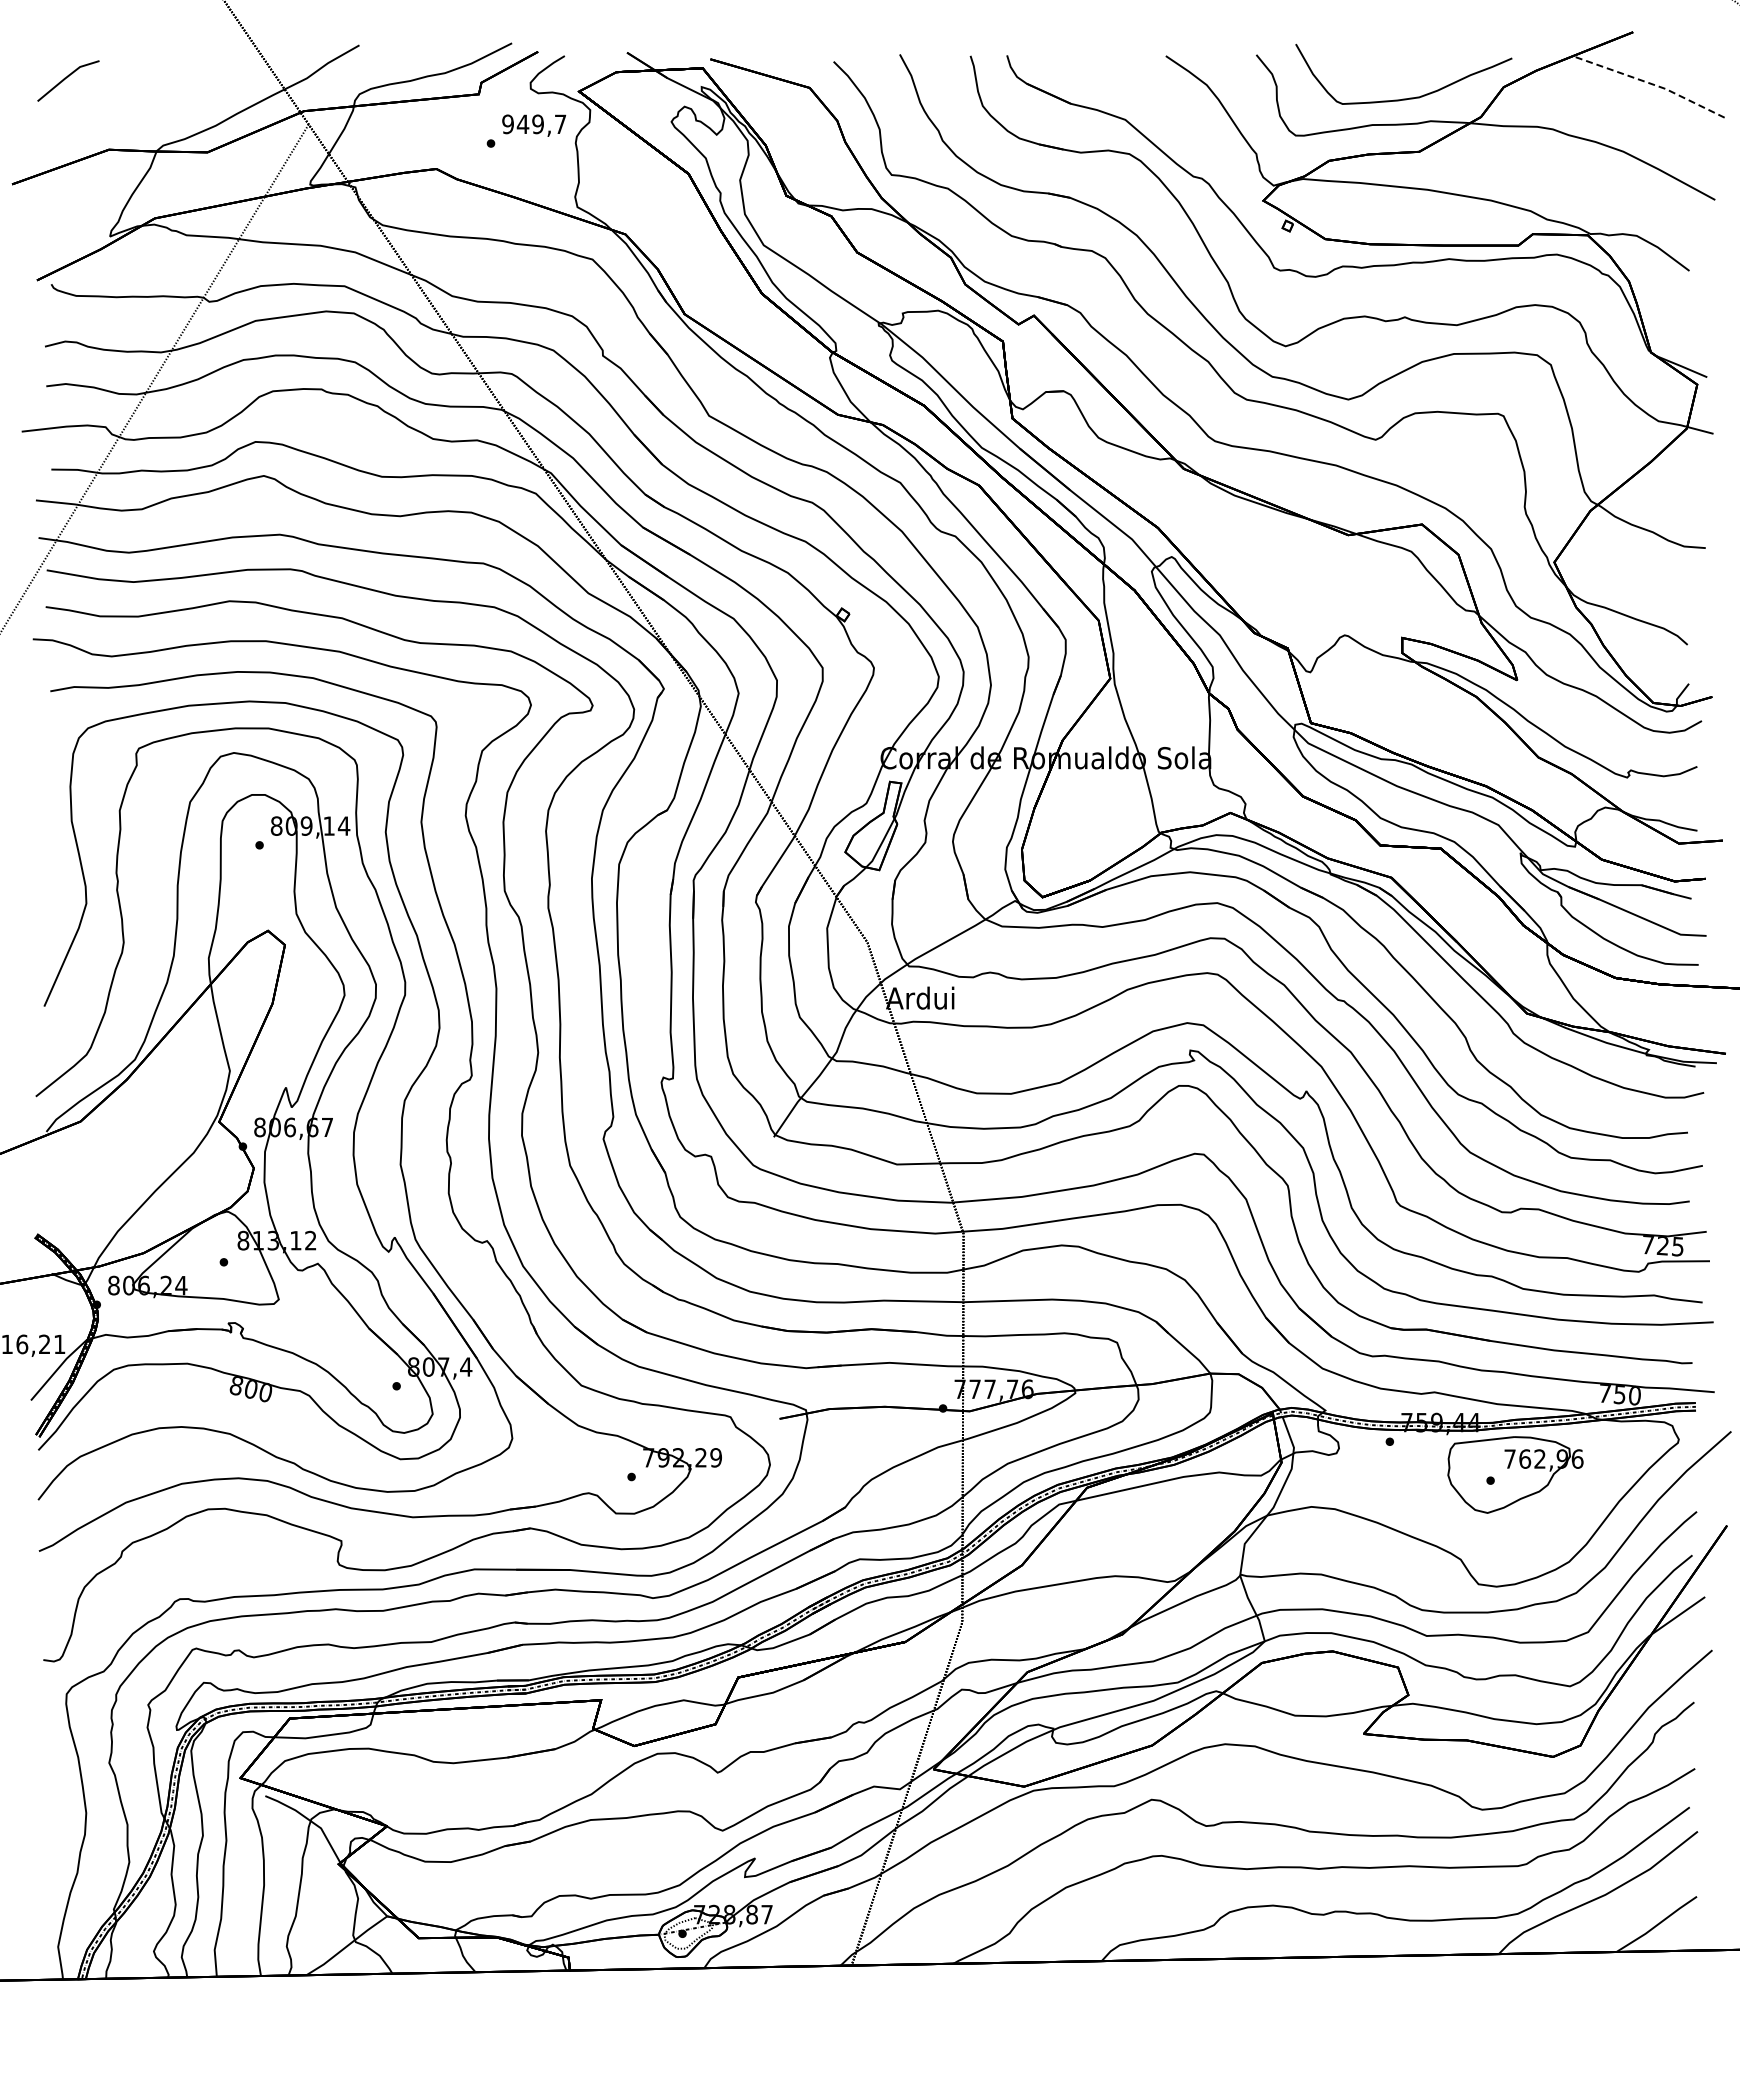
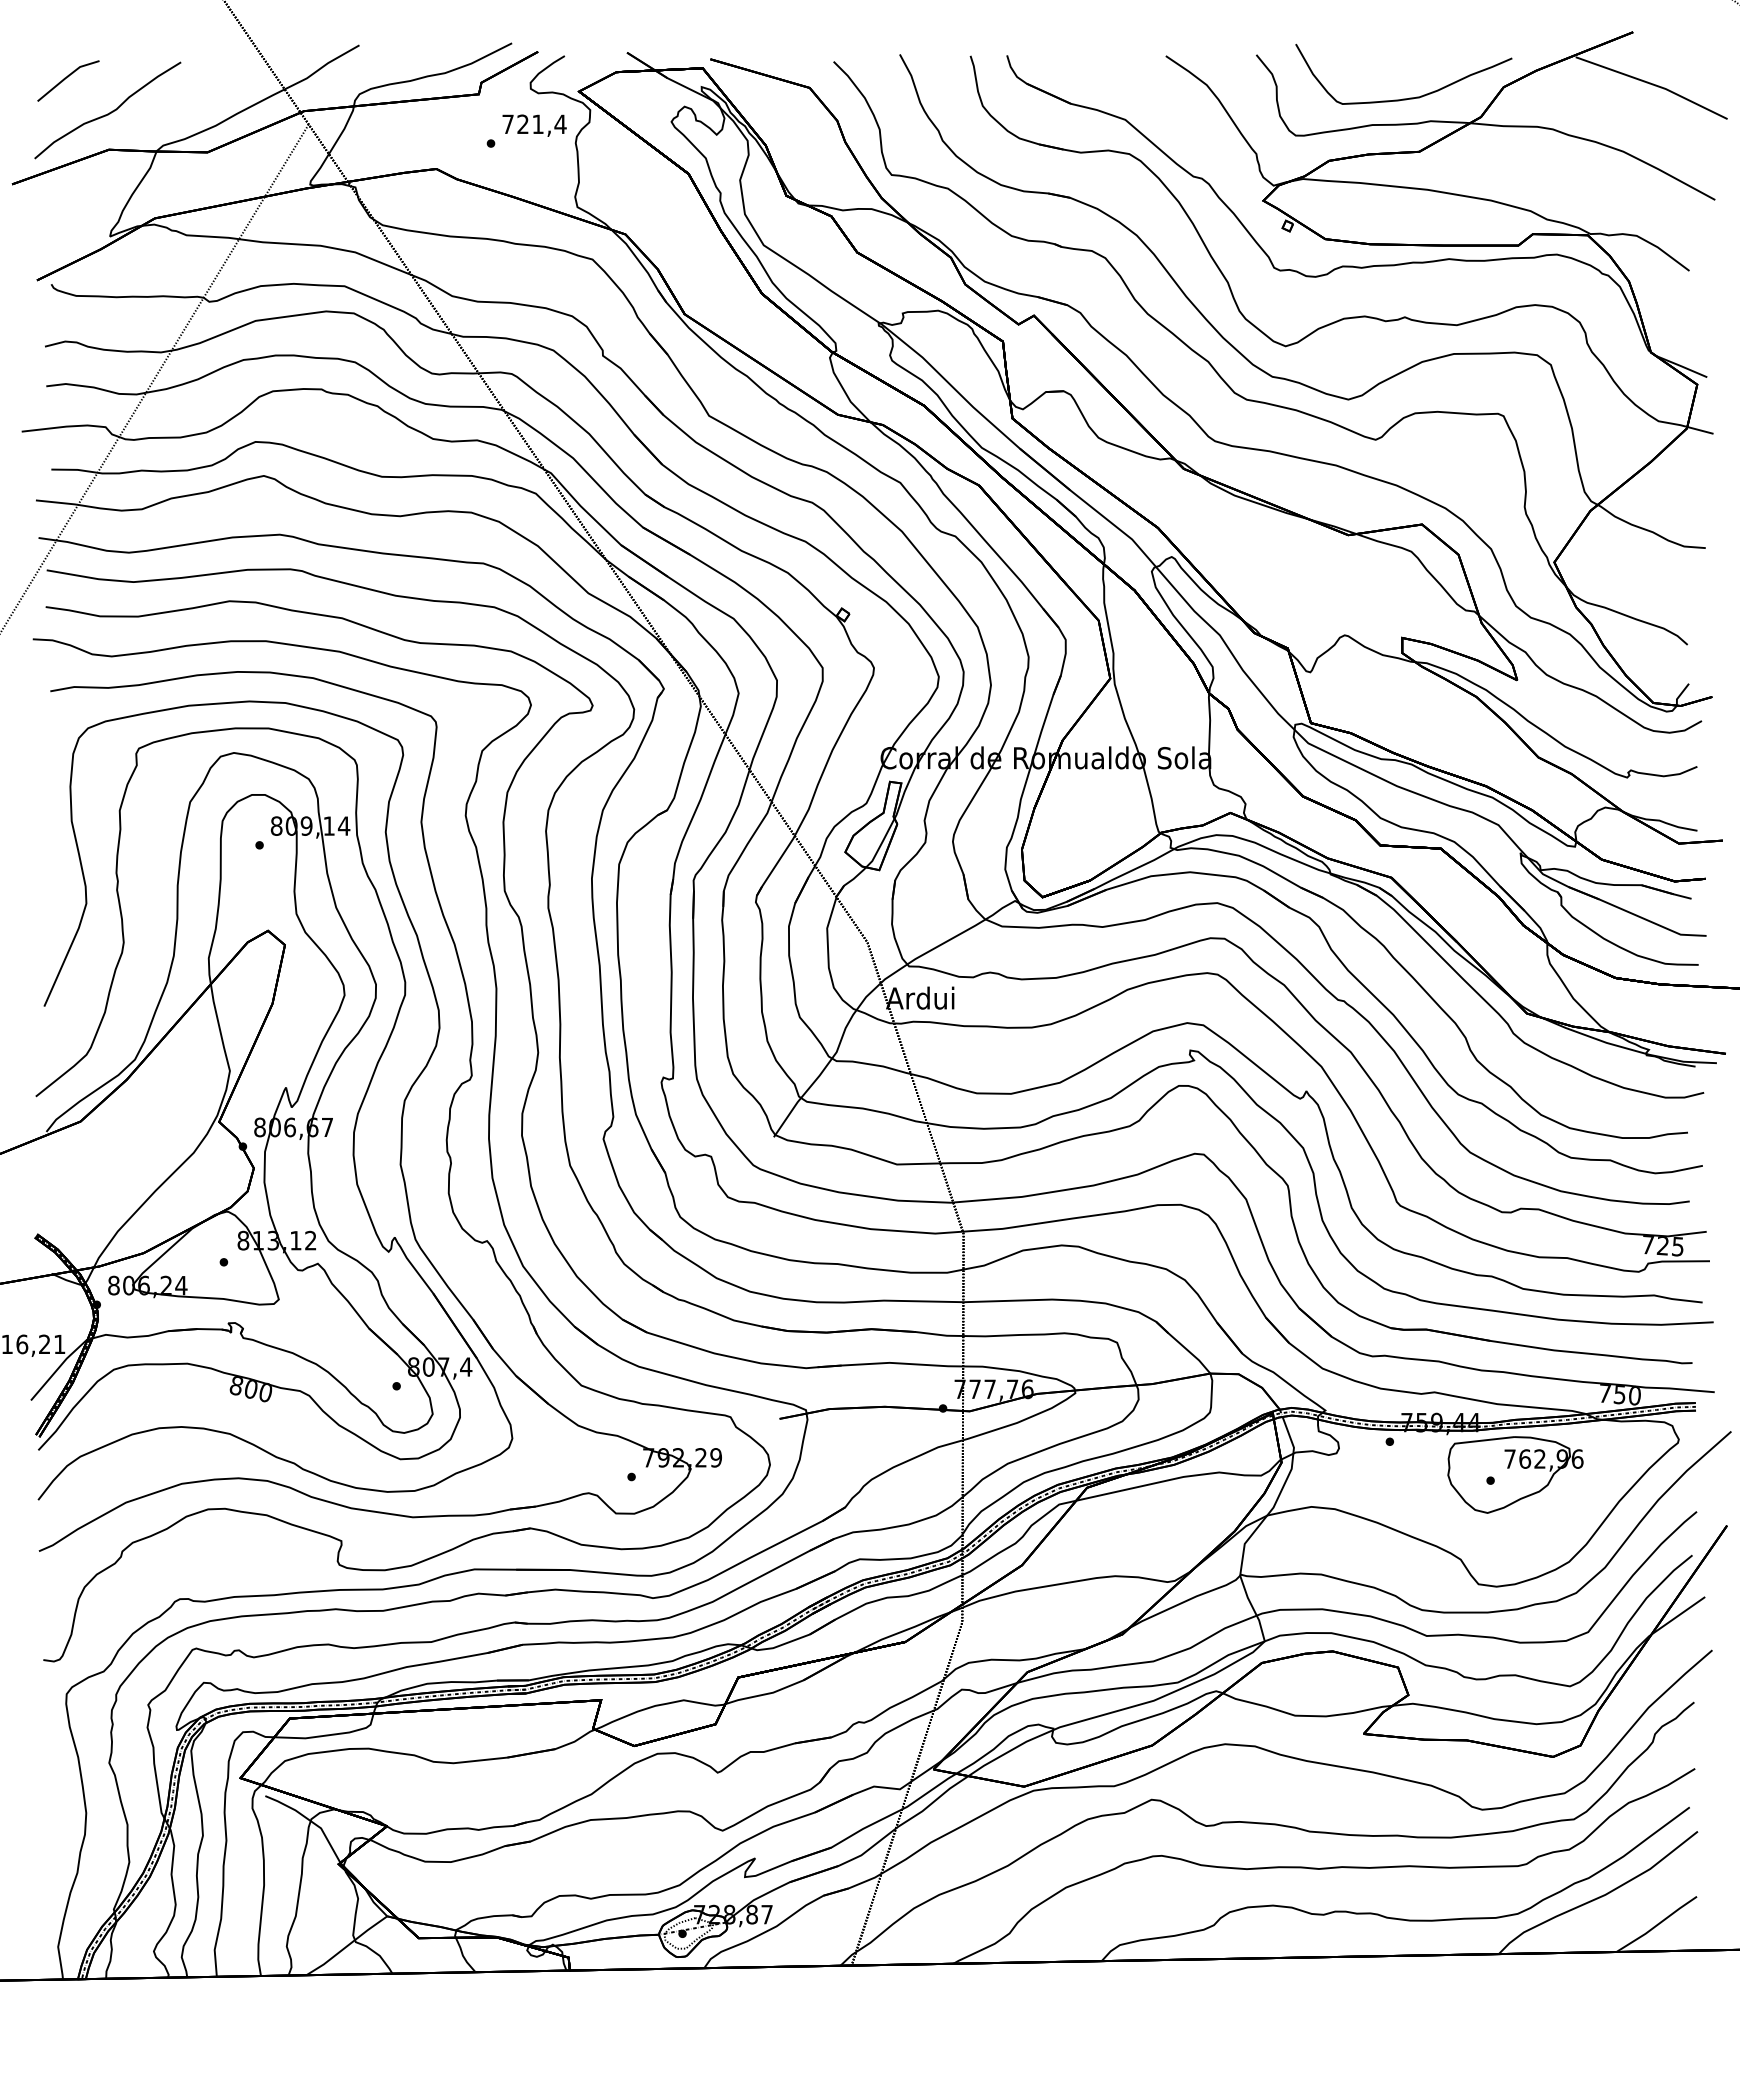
line at (1653, 84): dashed -> solid
curve at (109, 112): none -> present
text at (534, 124): 949,7 -> 721,4
